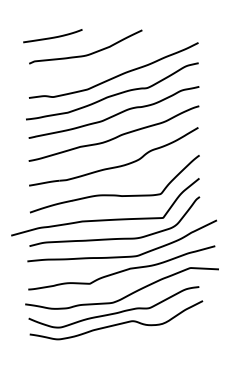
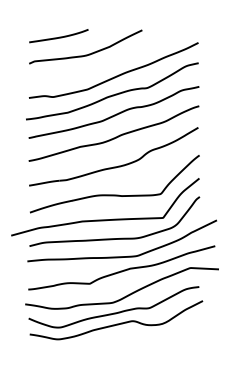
curve at (53, 36) position: (53, 36) -> (59, 36)
